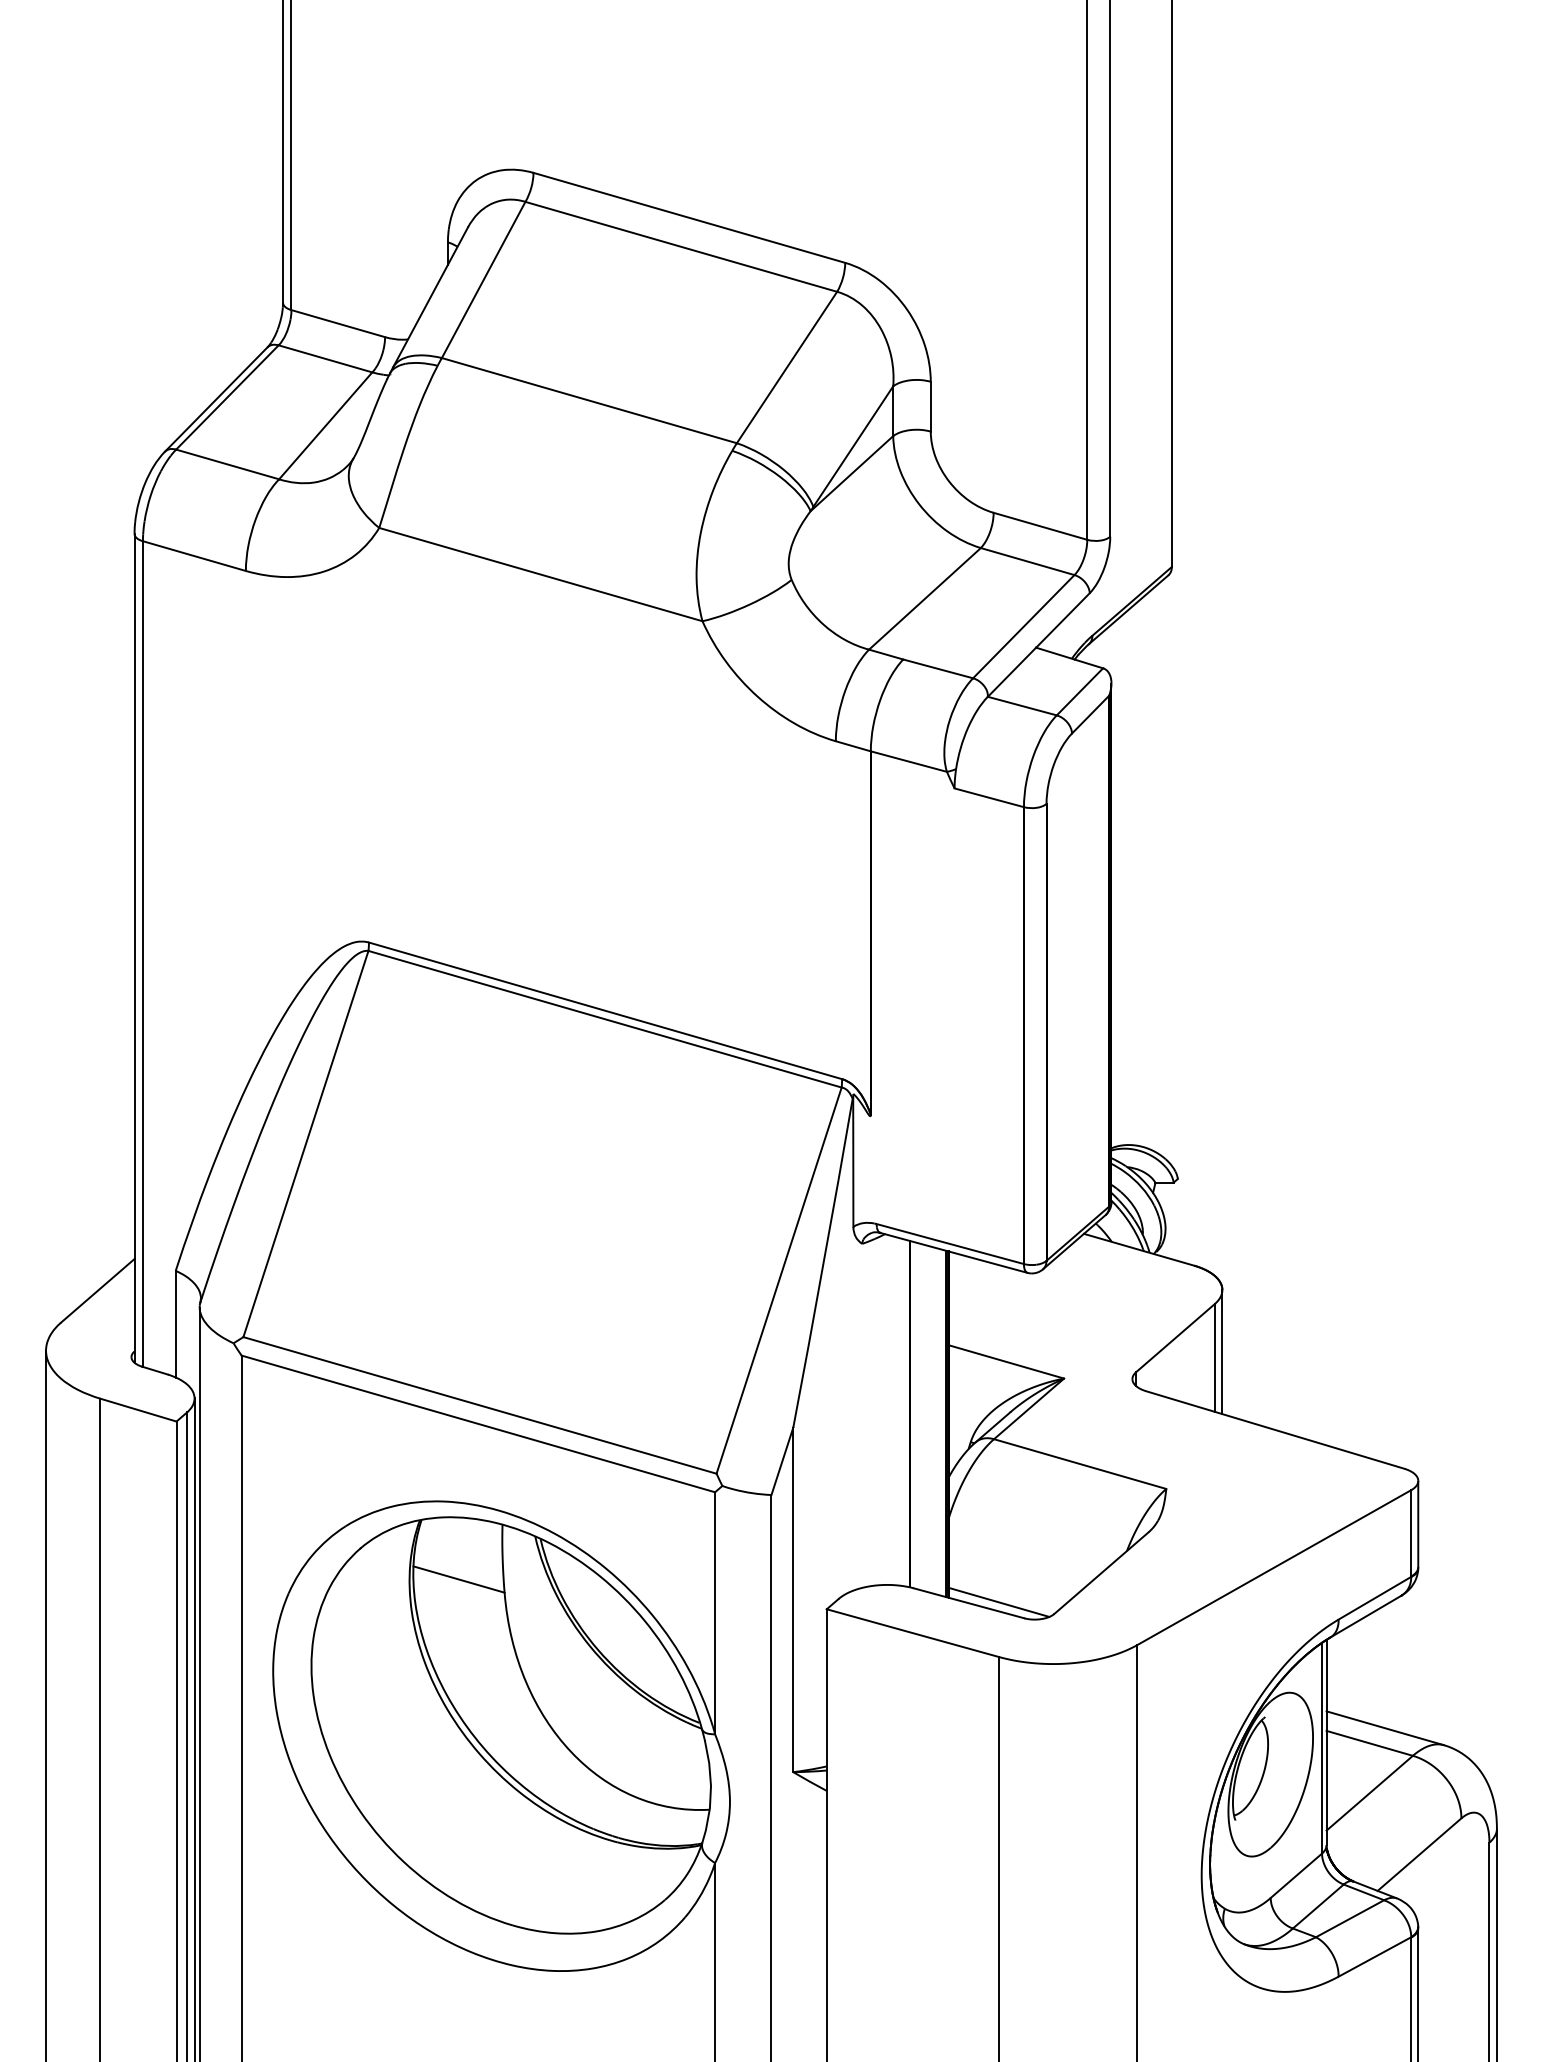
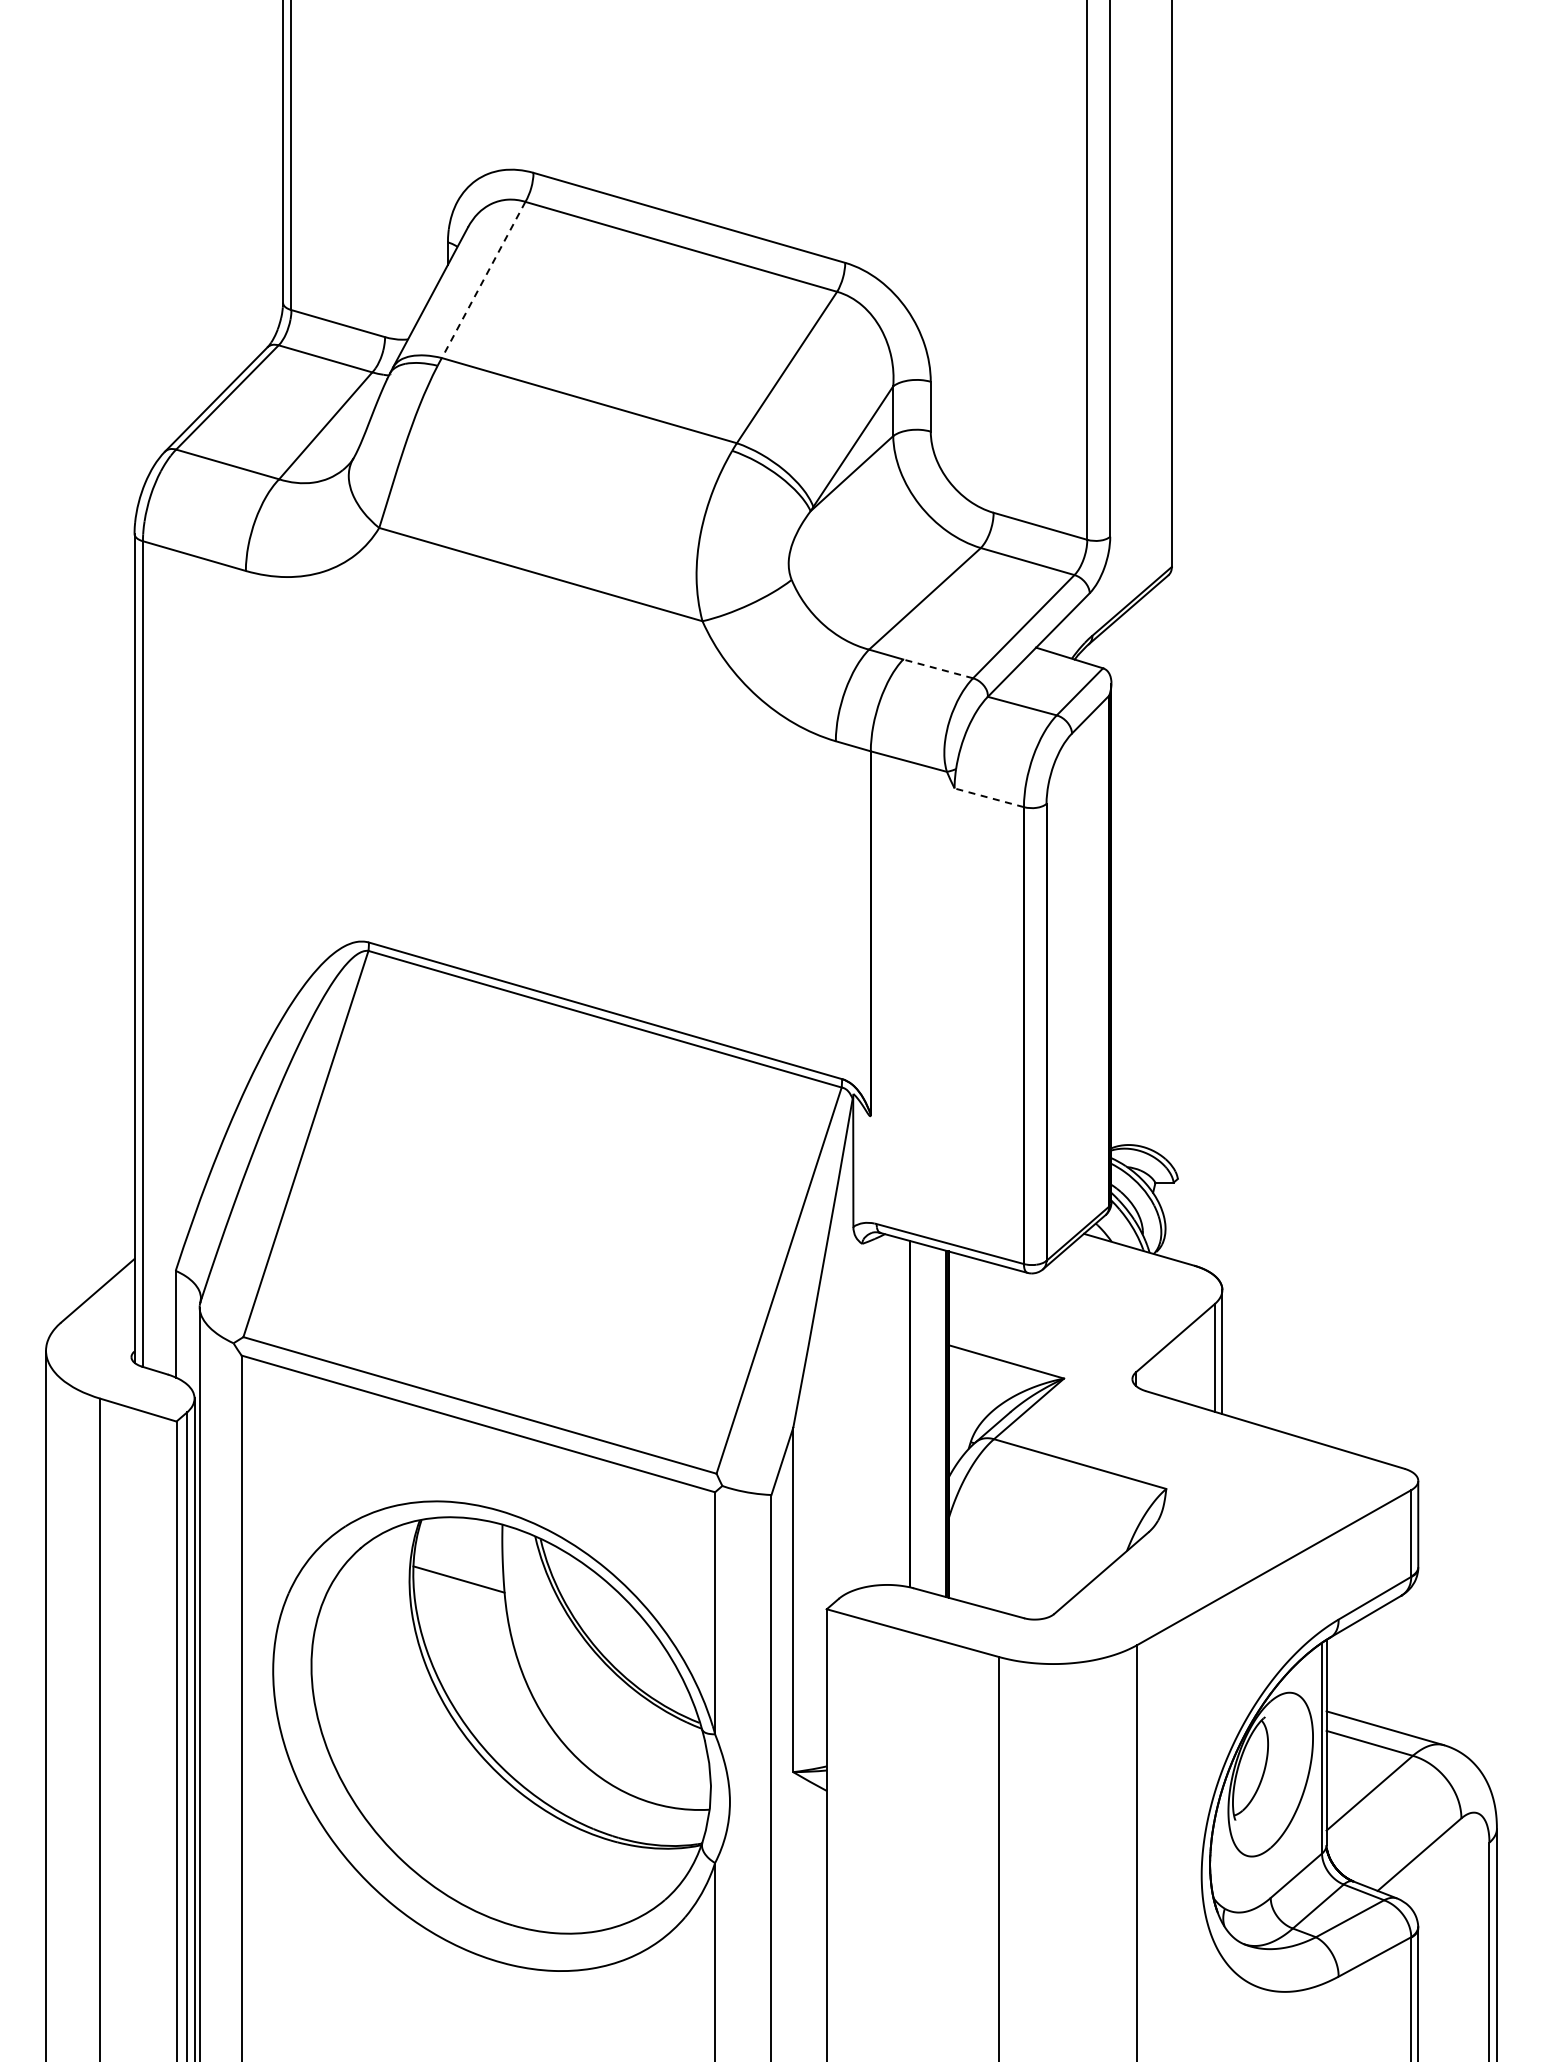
line at (483, 279): solid -> dashed
line at (937, 668): solid -> dashed
line at (989, 797): solid -> dashed
line at (998, 1601): present -> none
